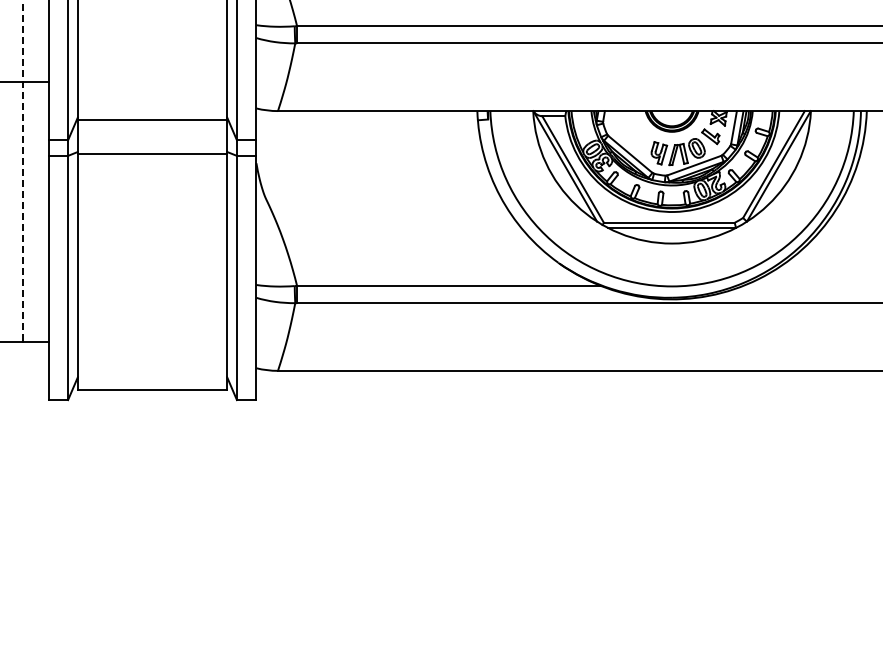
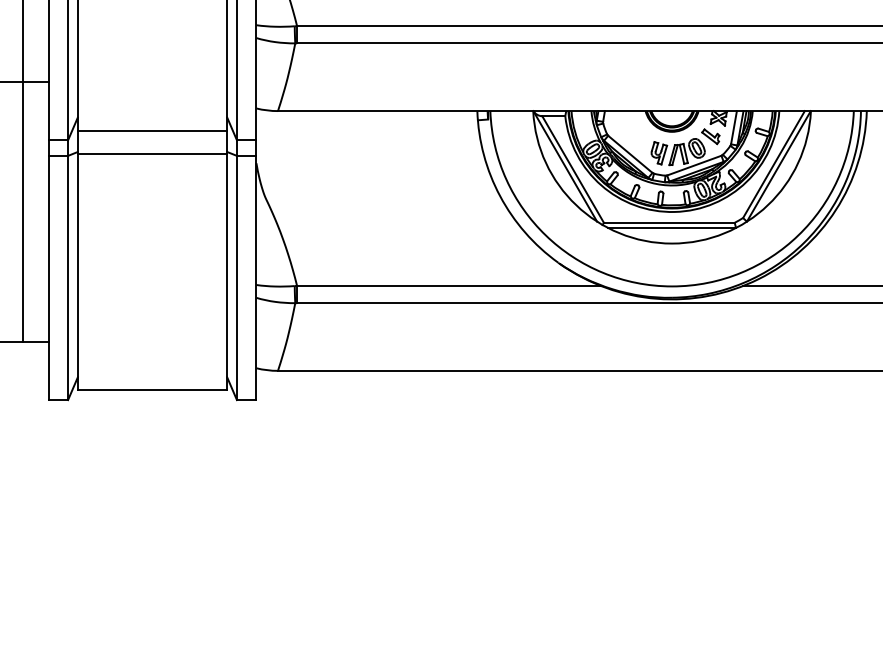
line at (152, 119) position: (152, 119) -> (152, 130)
line at (22, 171): dashed -> solid
line at (811, 285): none -> present
